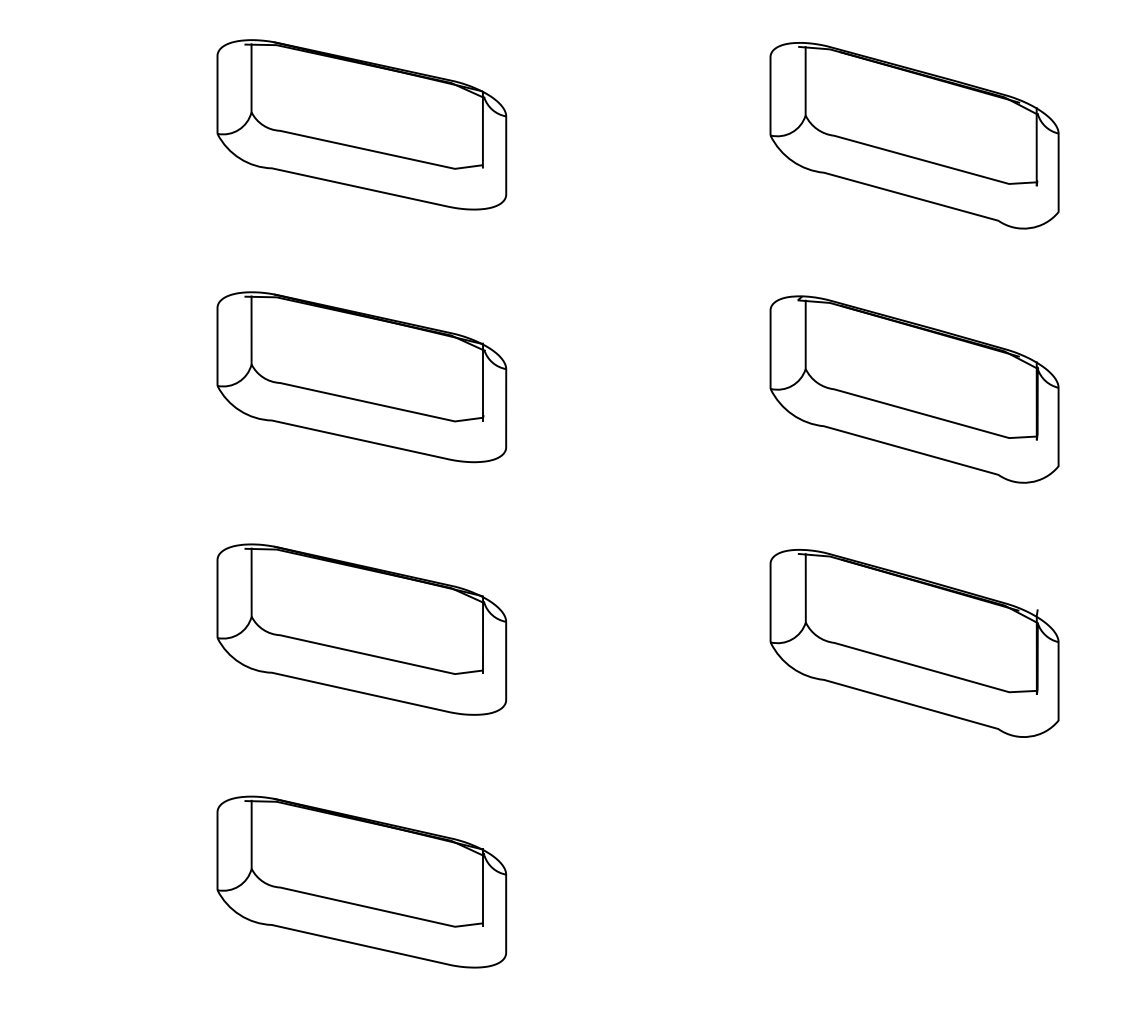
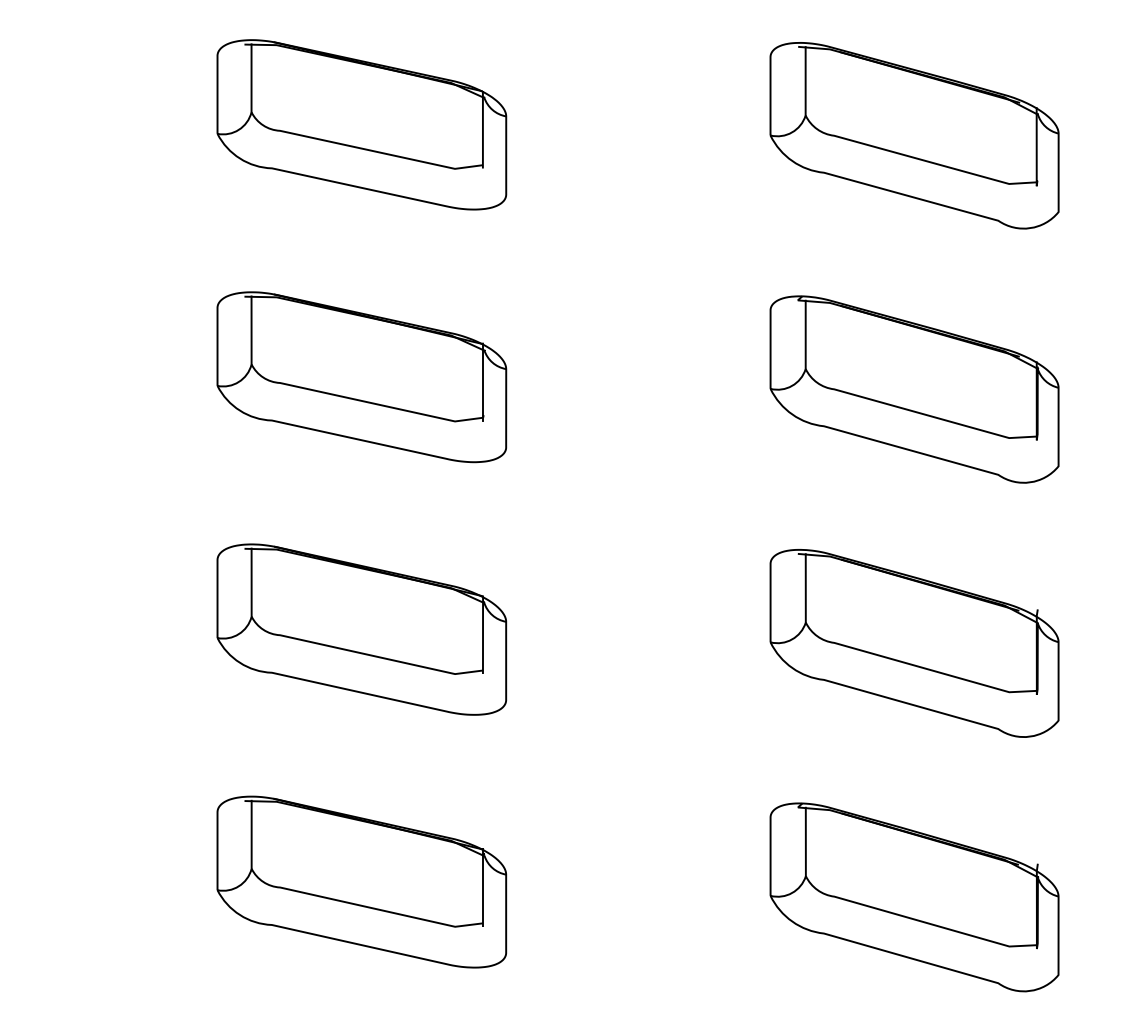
part at (914, 897): none -> present
